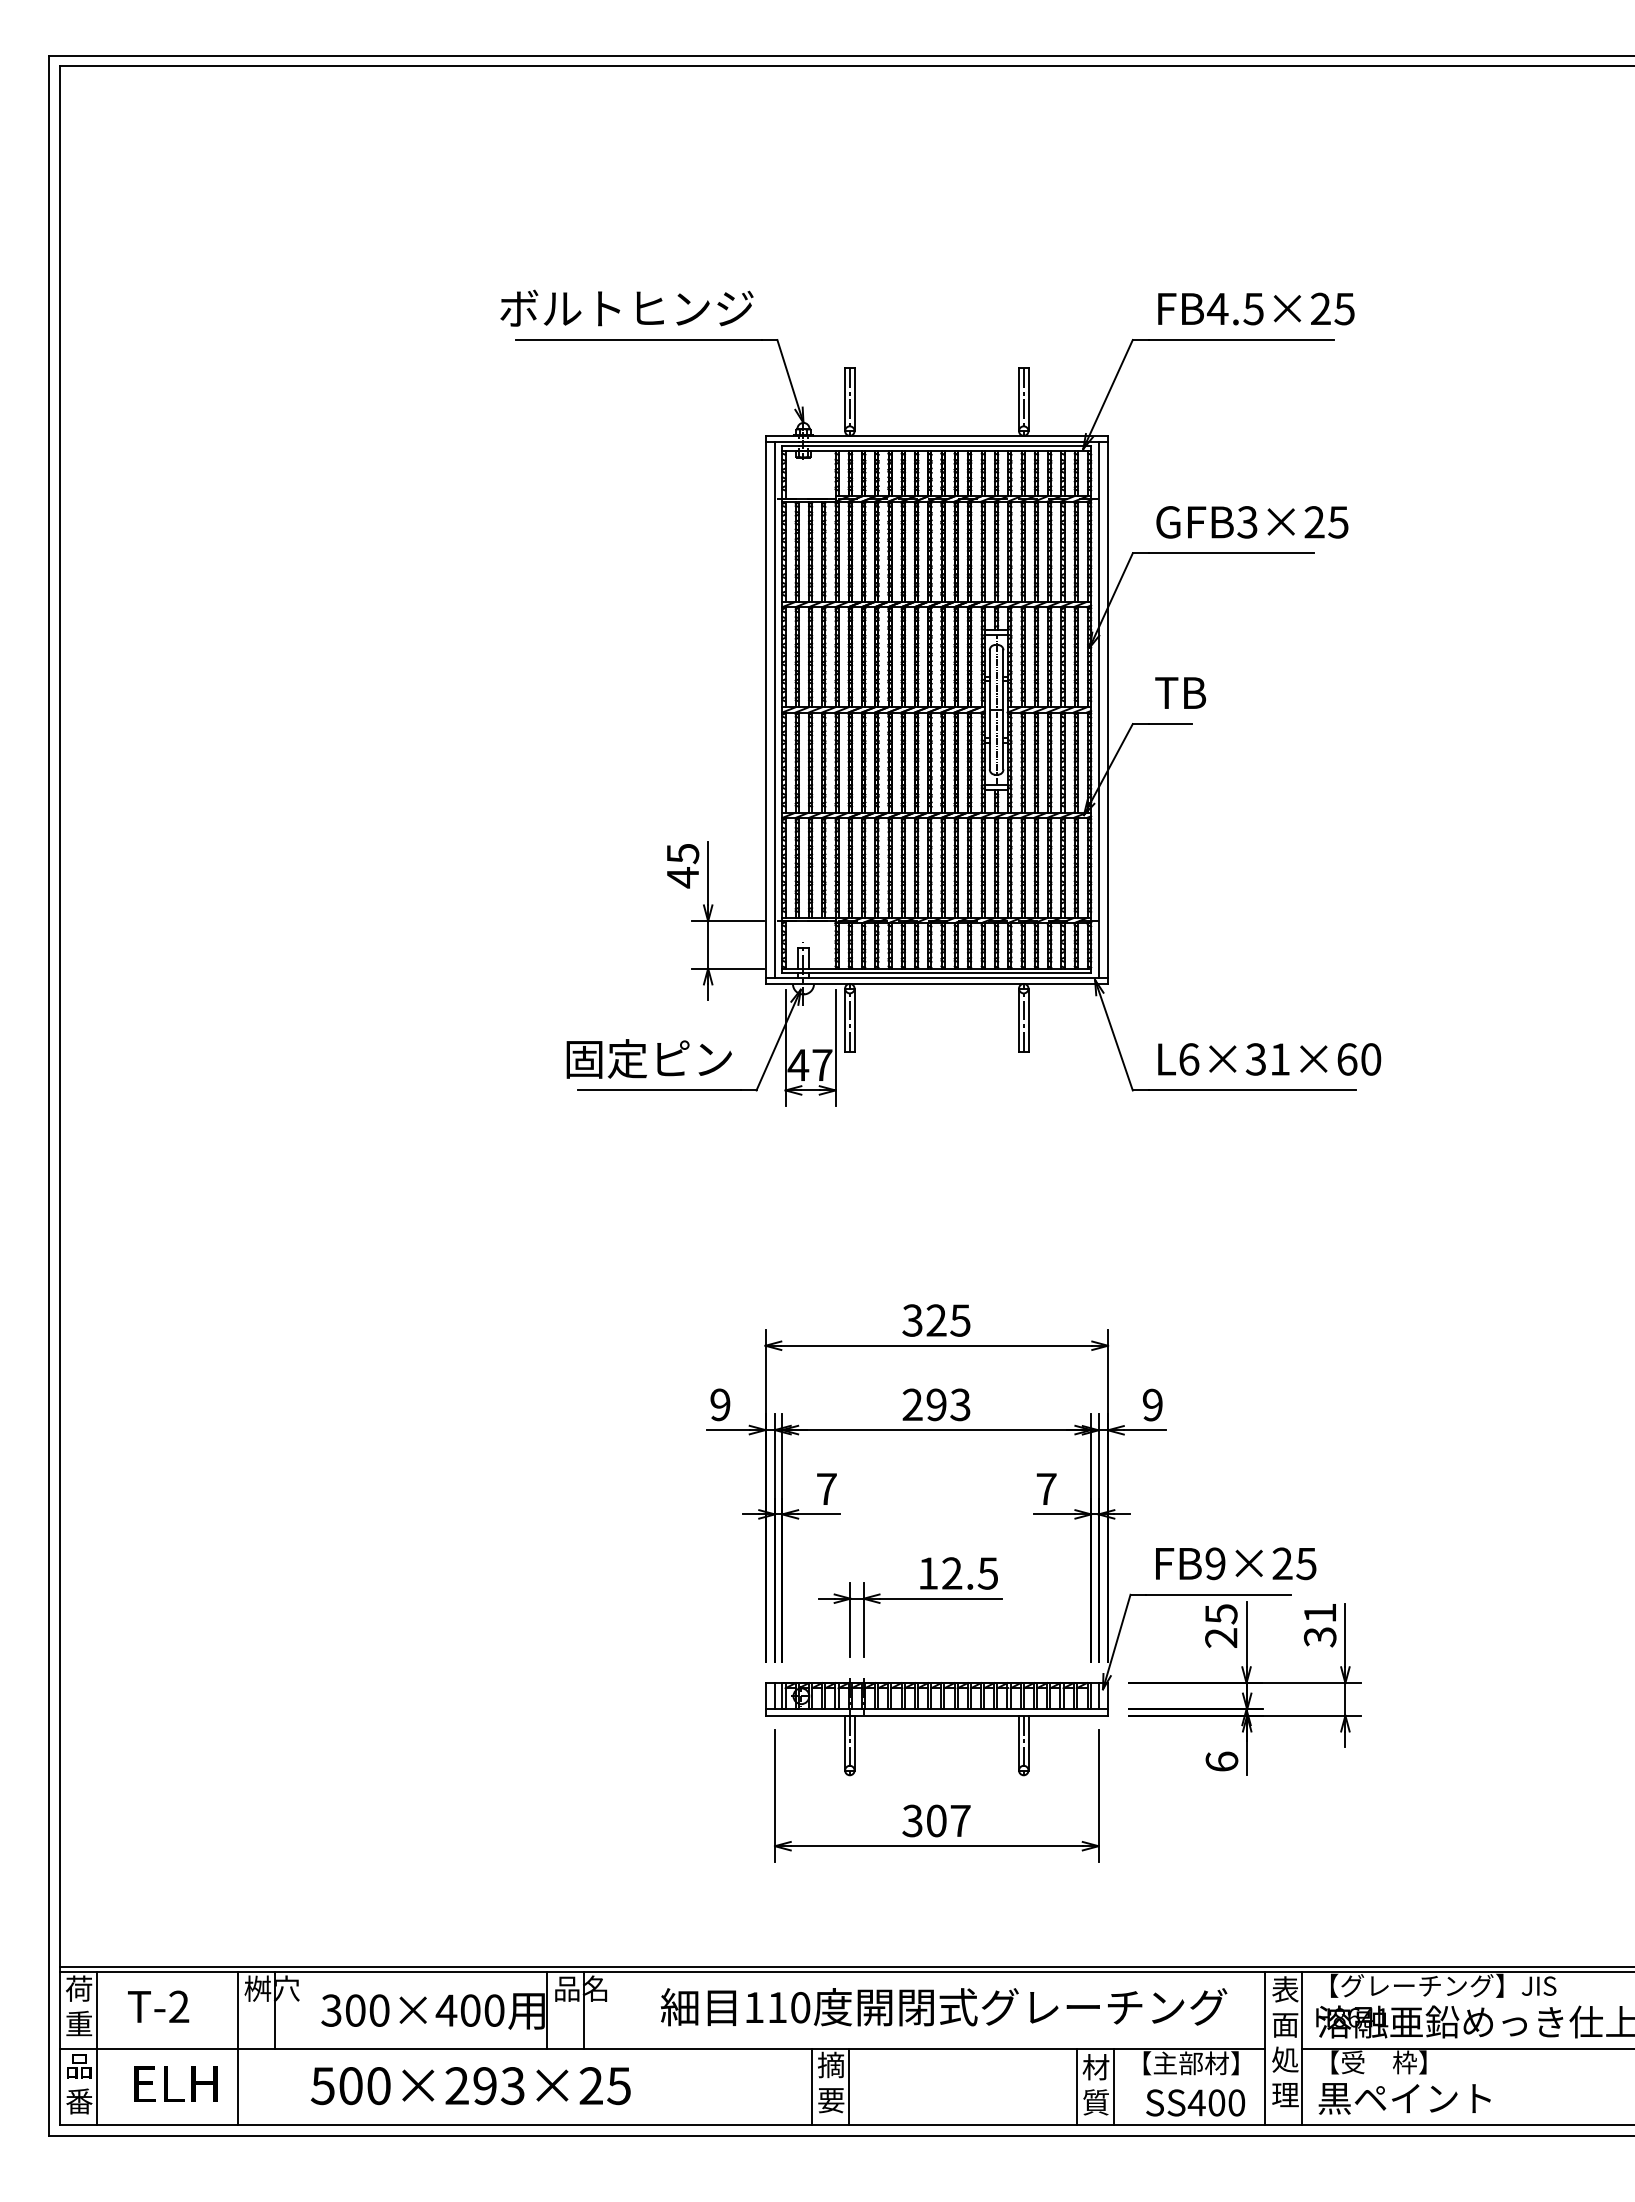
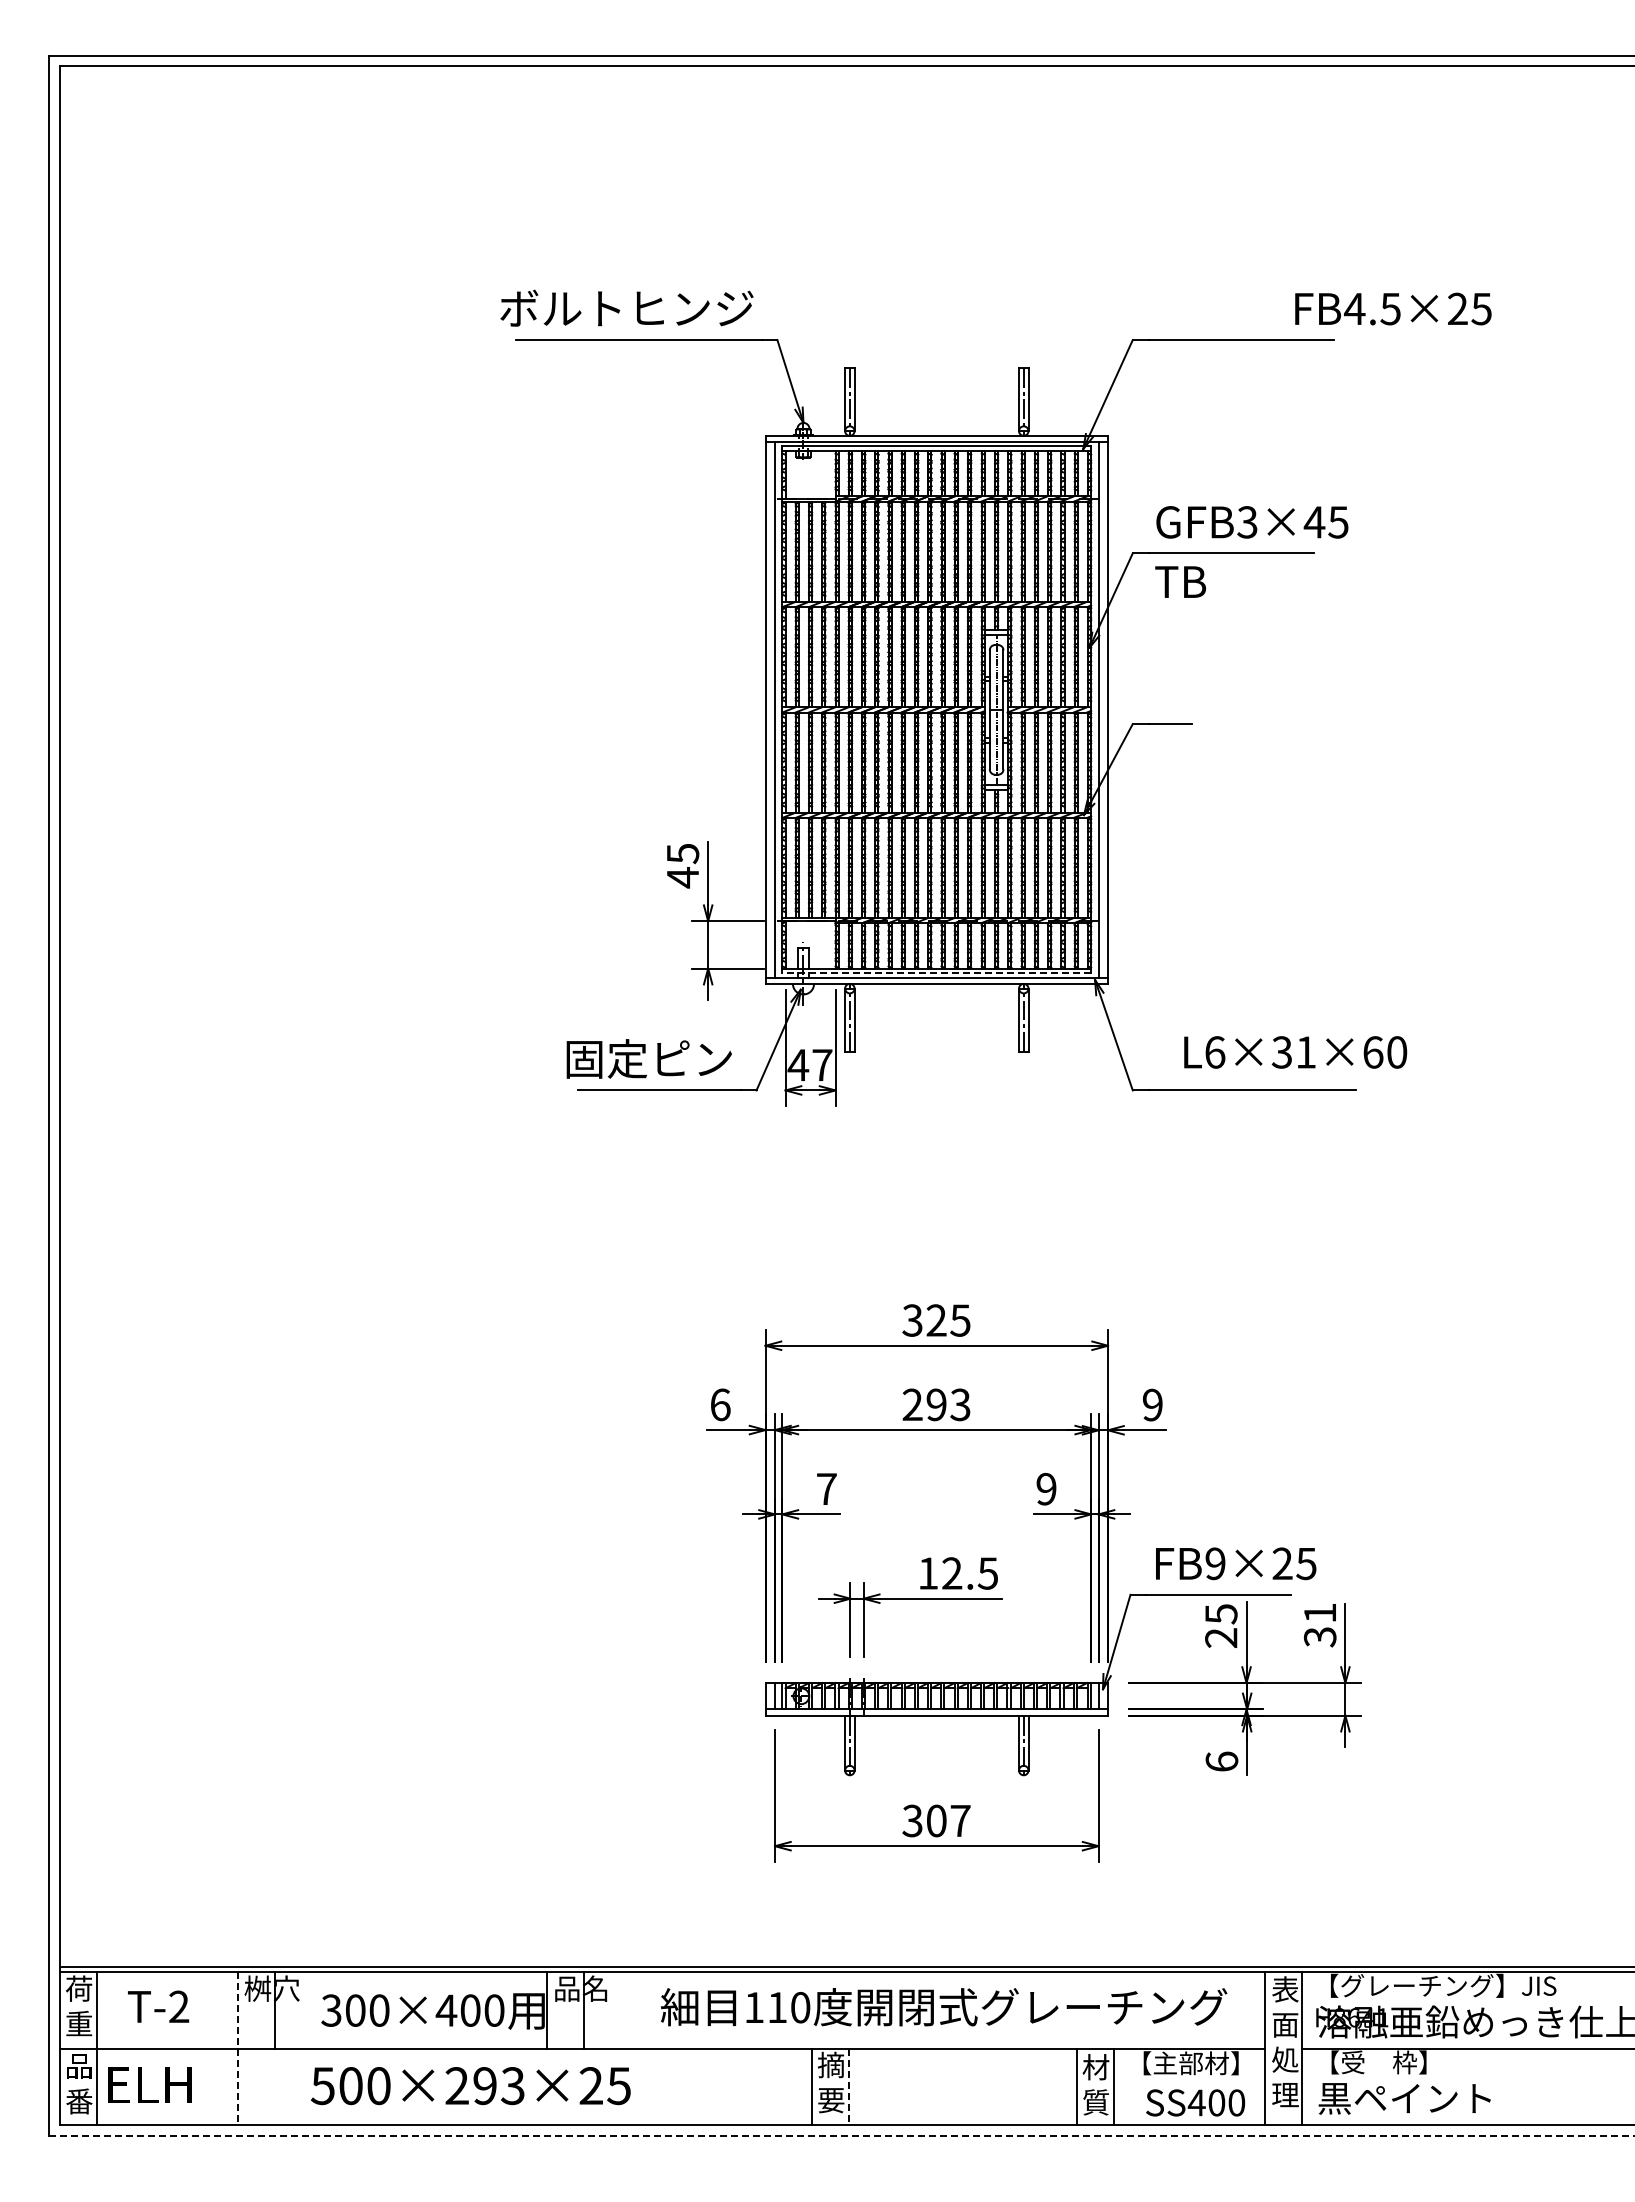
text at (1256, 308) position: (1256, 308) -> (1393, 308)
text at (1314, 522): GFB3×25 -> GFB3×45
text at (1180, 692) position: (1180, 692) -> (1180, 581)
line at (936, 973): solid -> dashed
text at (1269, 1059) position: (1269, 1059) -> (1295, 1052)
text at (720, 1404): 9 -> 6
text at (1046, 1488): 7 -> 9
line at (237, 2048): solid -> dashed
text at (175, 2083) position: (175, 2083) -> (149, 2084)
line at (848, 2087): solid -> dashed
line at (841, 2135): solid -> dashed
